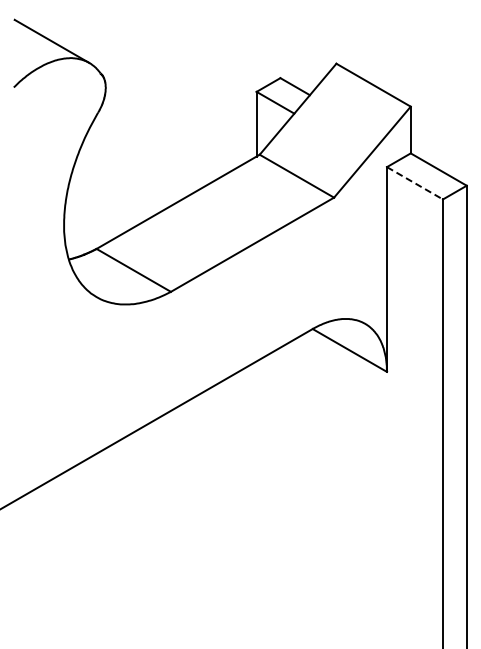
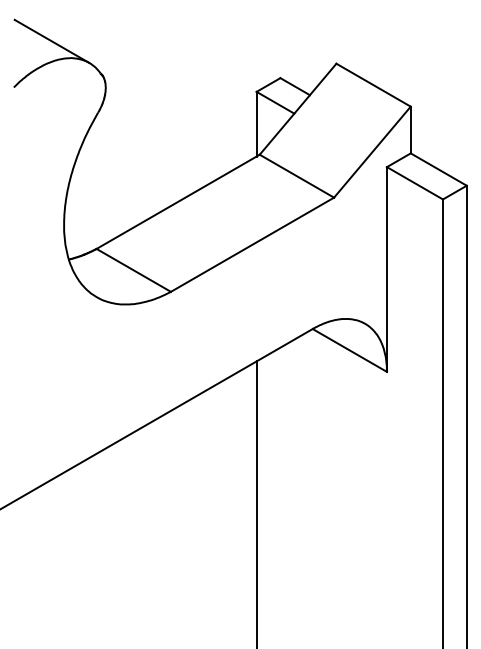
line at (415, 183): dashed -> solid
line at (256, 503): none -> present
